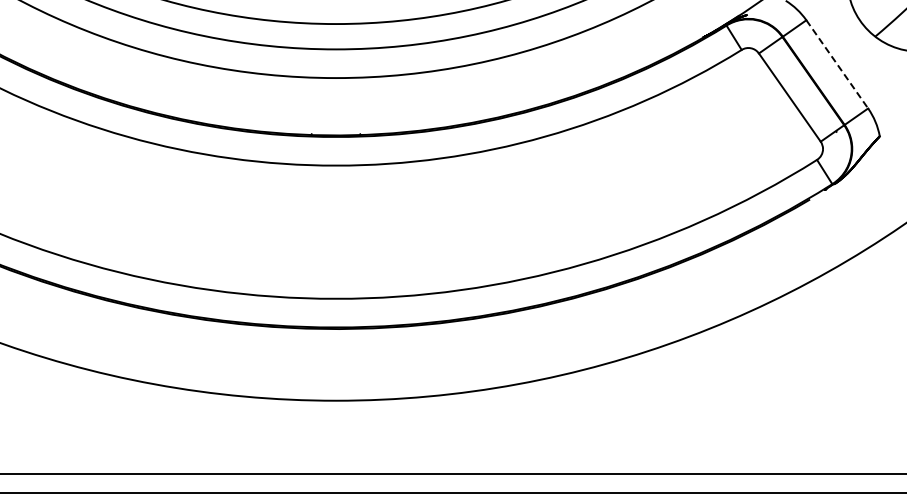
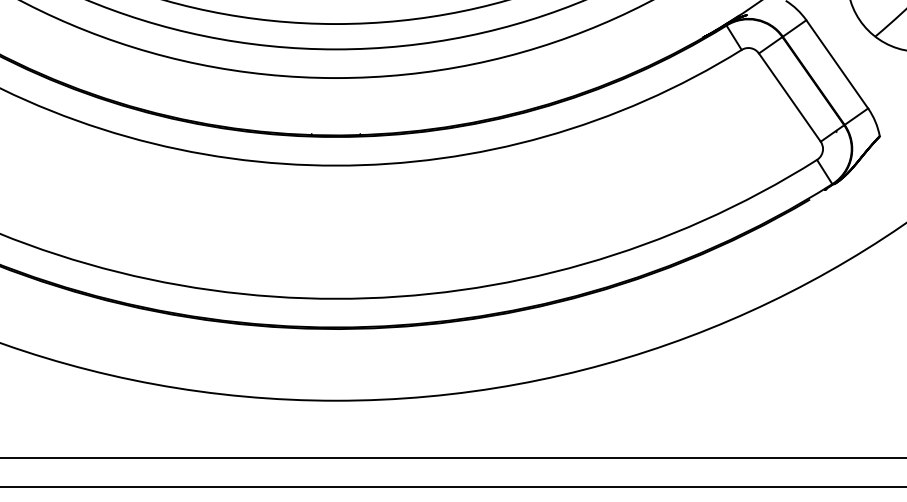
line at (837, 64): dashed -> solid
line at (452, 474) position: (452, 474) -> (452, 458)
line at (452, 492) position: (452, 492) -> (452, 486)
